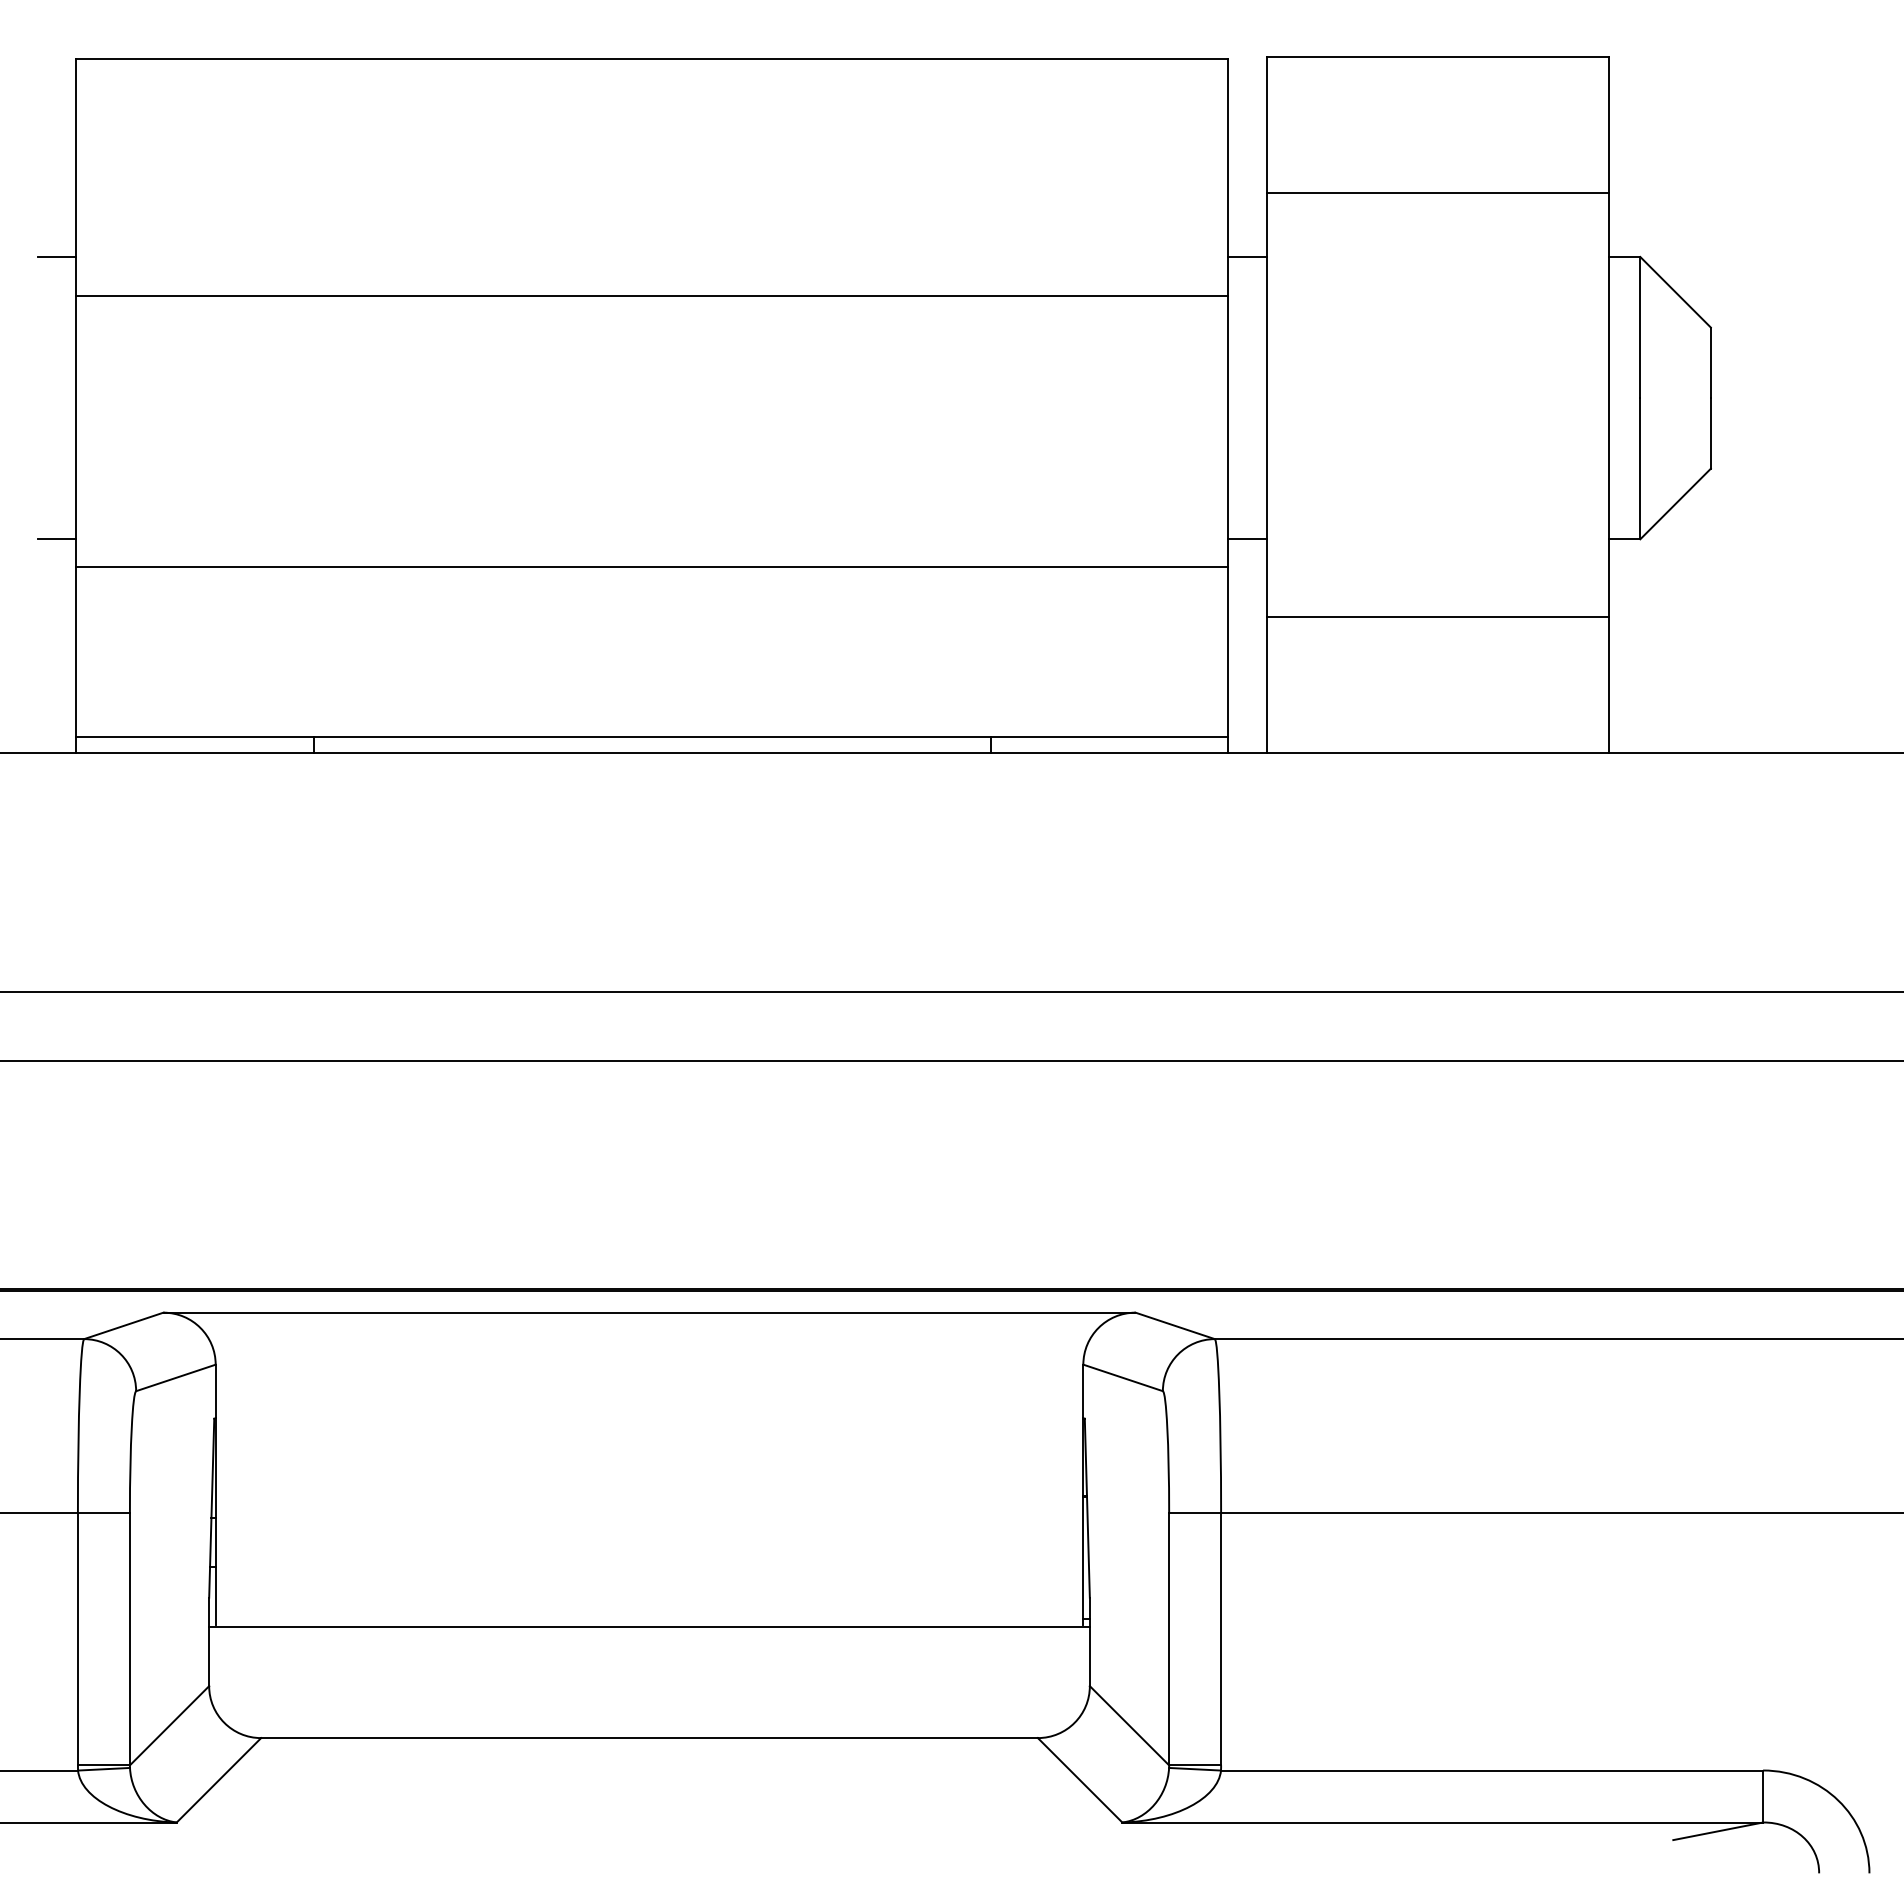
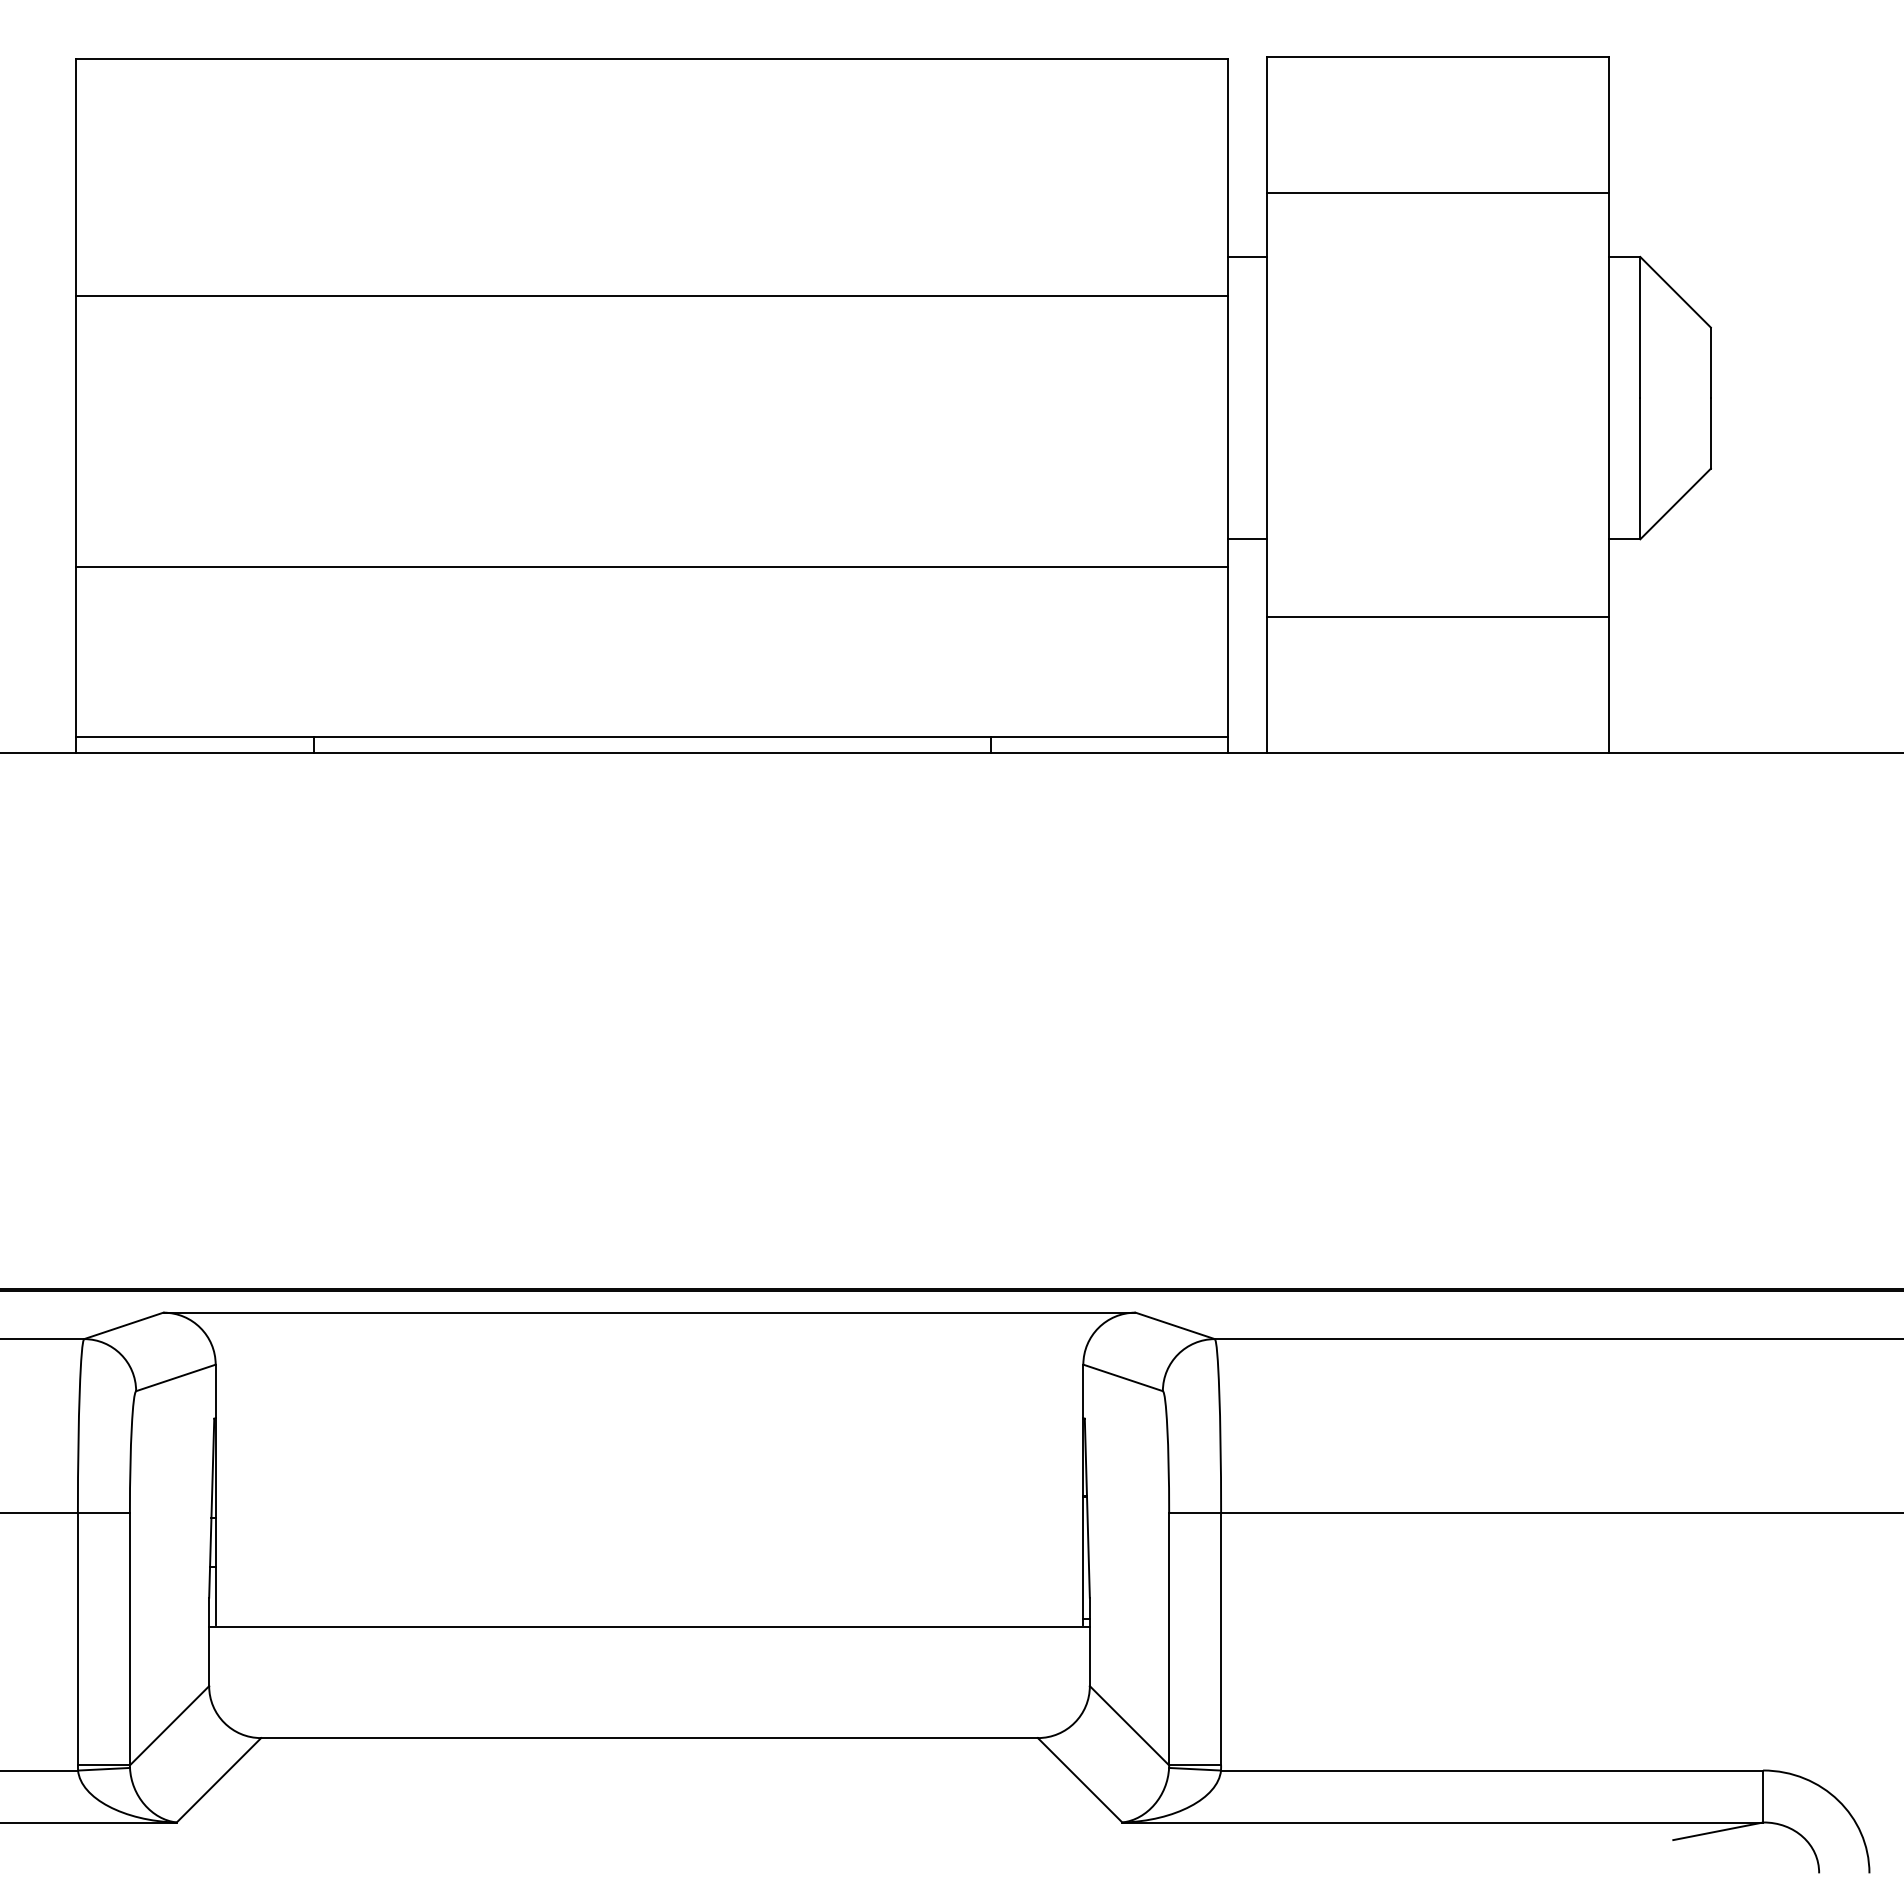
line at (56, 256): present -> none
line at (56, 539): present -> none
line at (951, 992): present -> none
line at (951, 1060): present -> none
